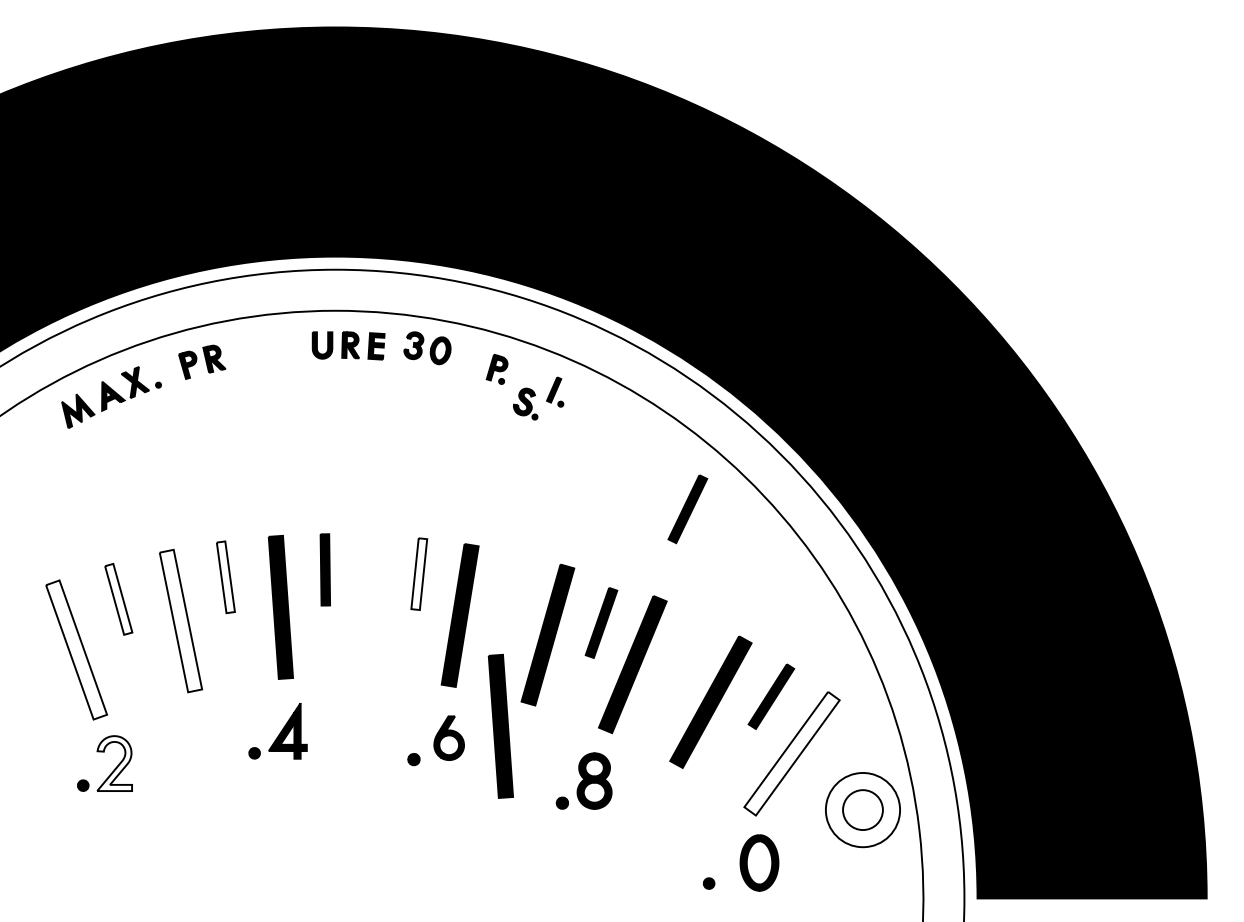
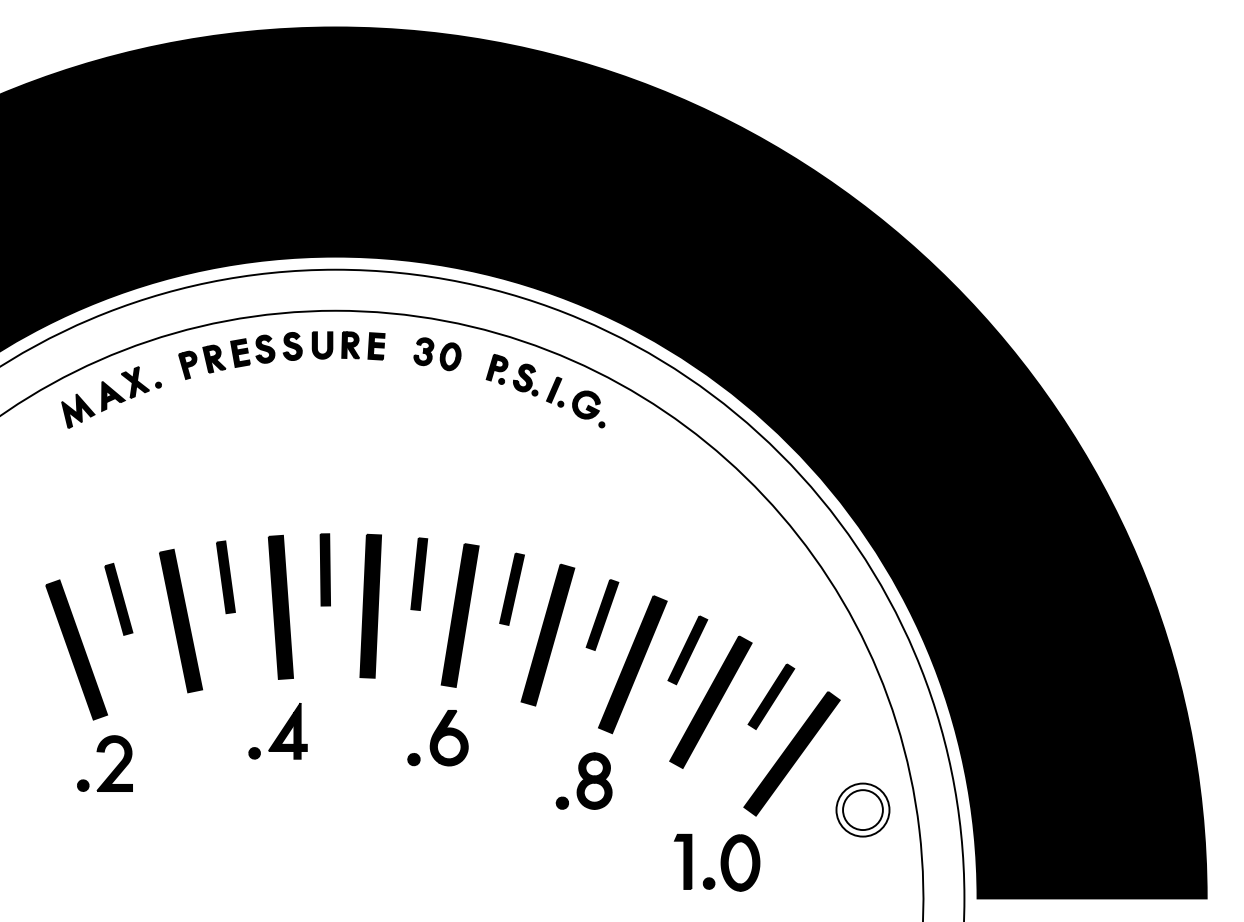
part at (427, 348) position: (427, 348) -> (437, 354)
part at (266, 349): none -> present
part at (525, 403) position: (525, 403) -> (525, 379)
part at (588, 409): none -> present
part at (687, 509) position: (687, 509) -> (687, 650)
fill at (419, 574): none -> present
fill at (225, 577): none -> present
part at (511, 588): none -> present
fill at (118, 598): none -> present
part at (370, 605): none -> present
fill at (180, 620): none -> present
part at (601, 622) position: (601, 622) -> (602, 614)
fill at (76, 649): none -> present
part at (500, 725): present -> none
part at (448, 737) size: 32x46 px -> 40x57 px
fill at (791, 753): none -> present
fill at (114, 763): none -> present
circle at (862, 809) diameter: 74 px -> 53 px
part at (682, 861): none -> present
part at (759, 862) position: (759, 862) -> (740, 862)
